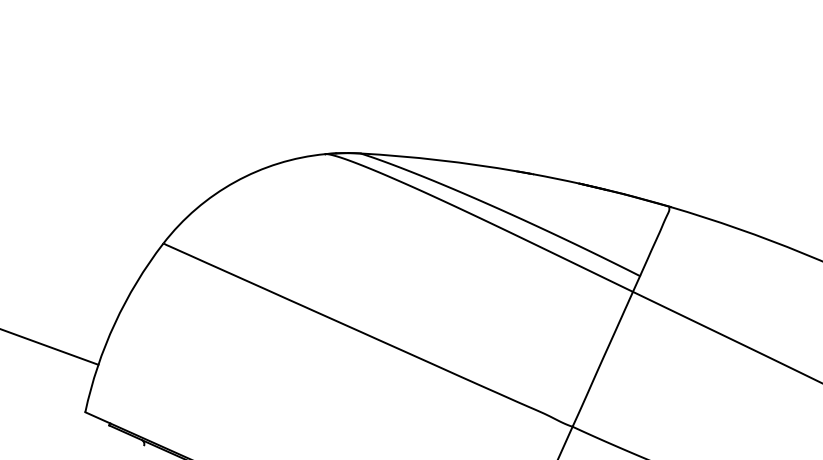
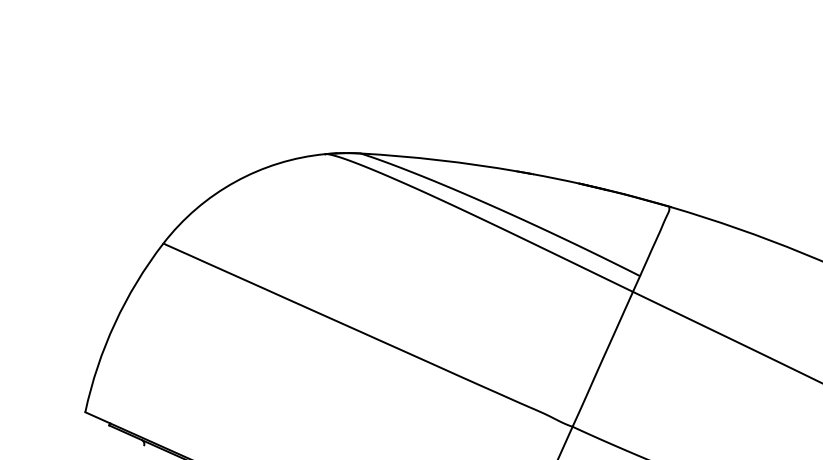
line at (50, 346): present -> none
